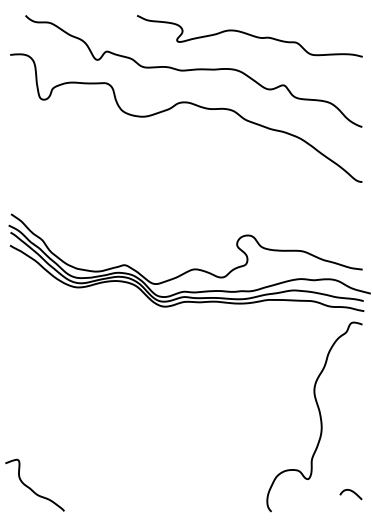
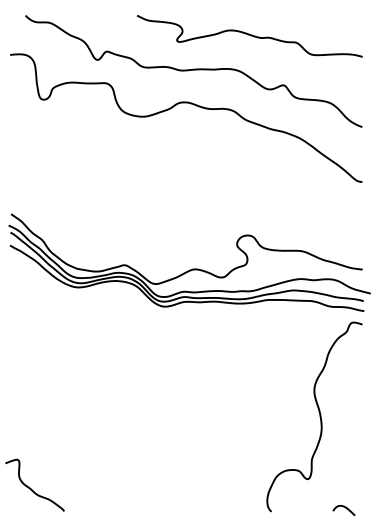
curve at (352, 492) position: (352, 492) -> (345, 508)
